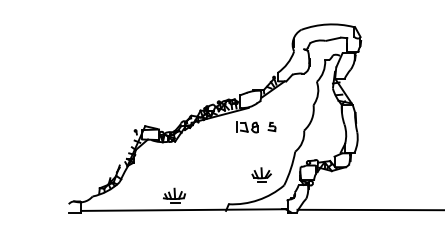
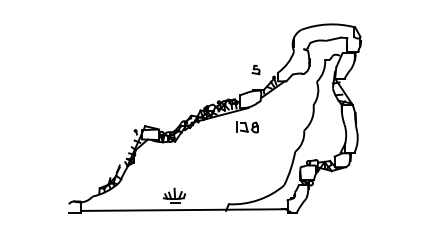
part at (271, 127) position: (271, 127) -> (255, 70)
part at (261, 174): present -> none
line at (369, 209): present -> none
